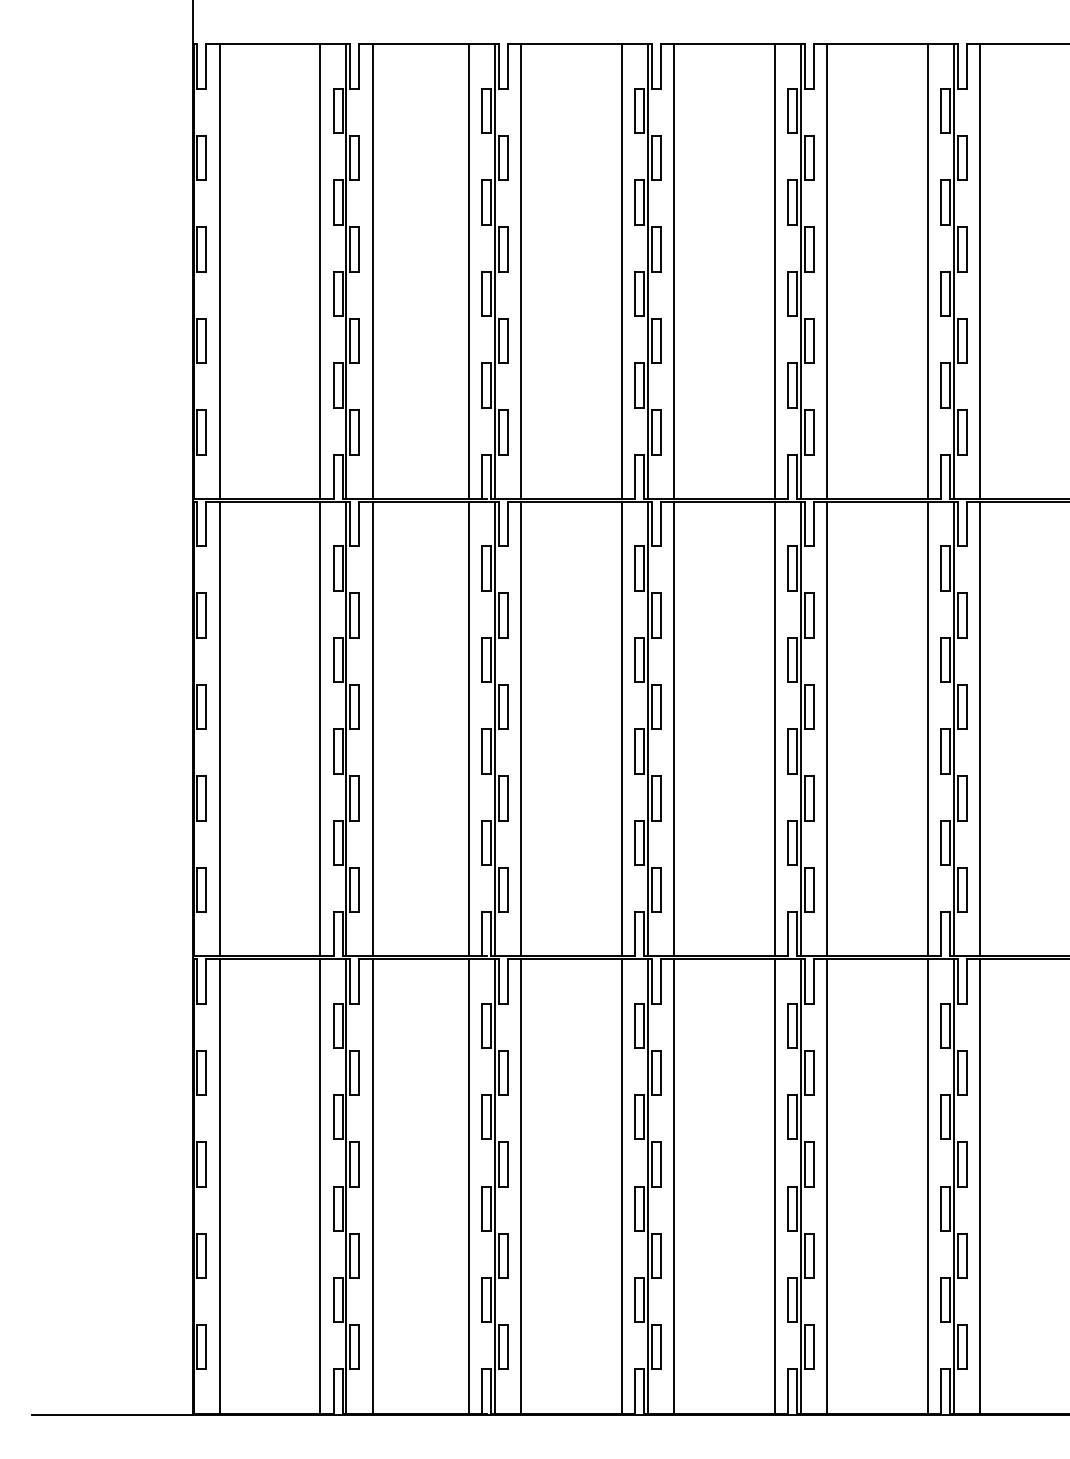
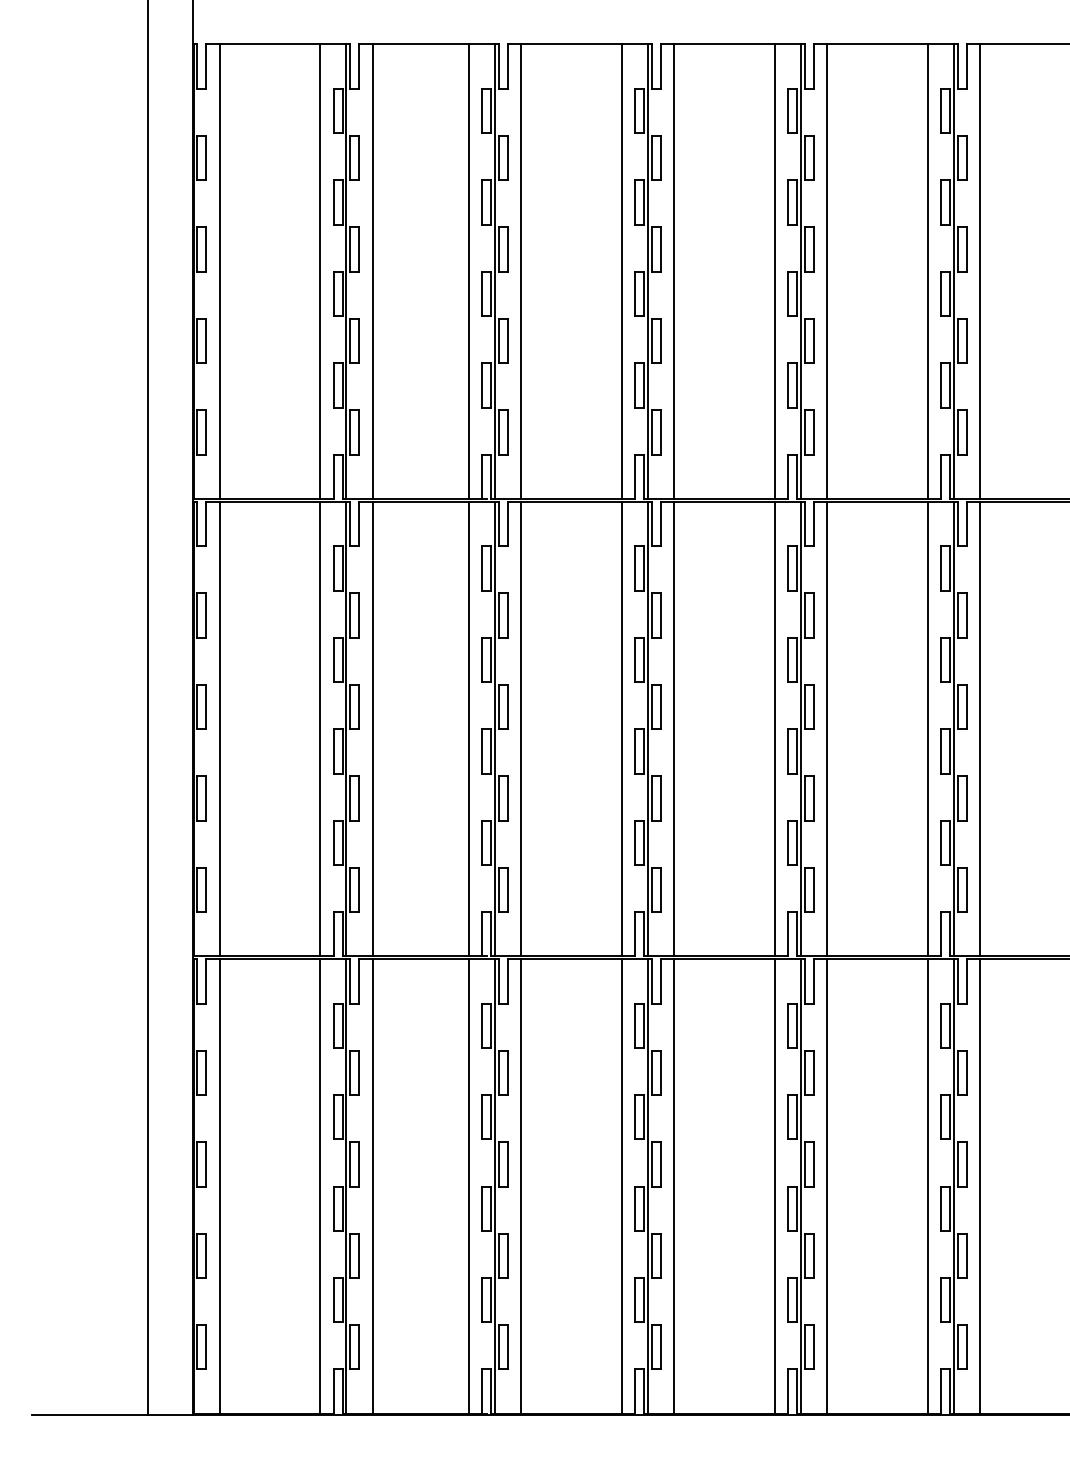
line at (147, 708): none -> present
